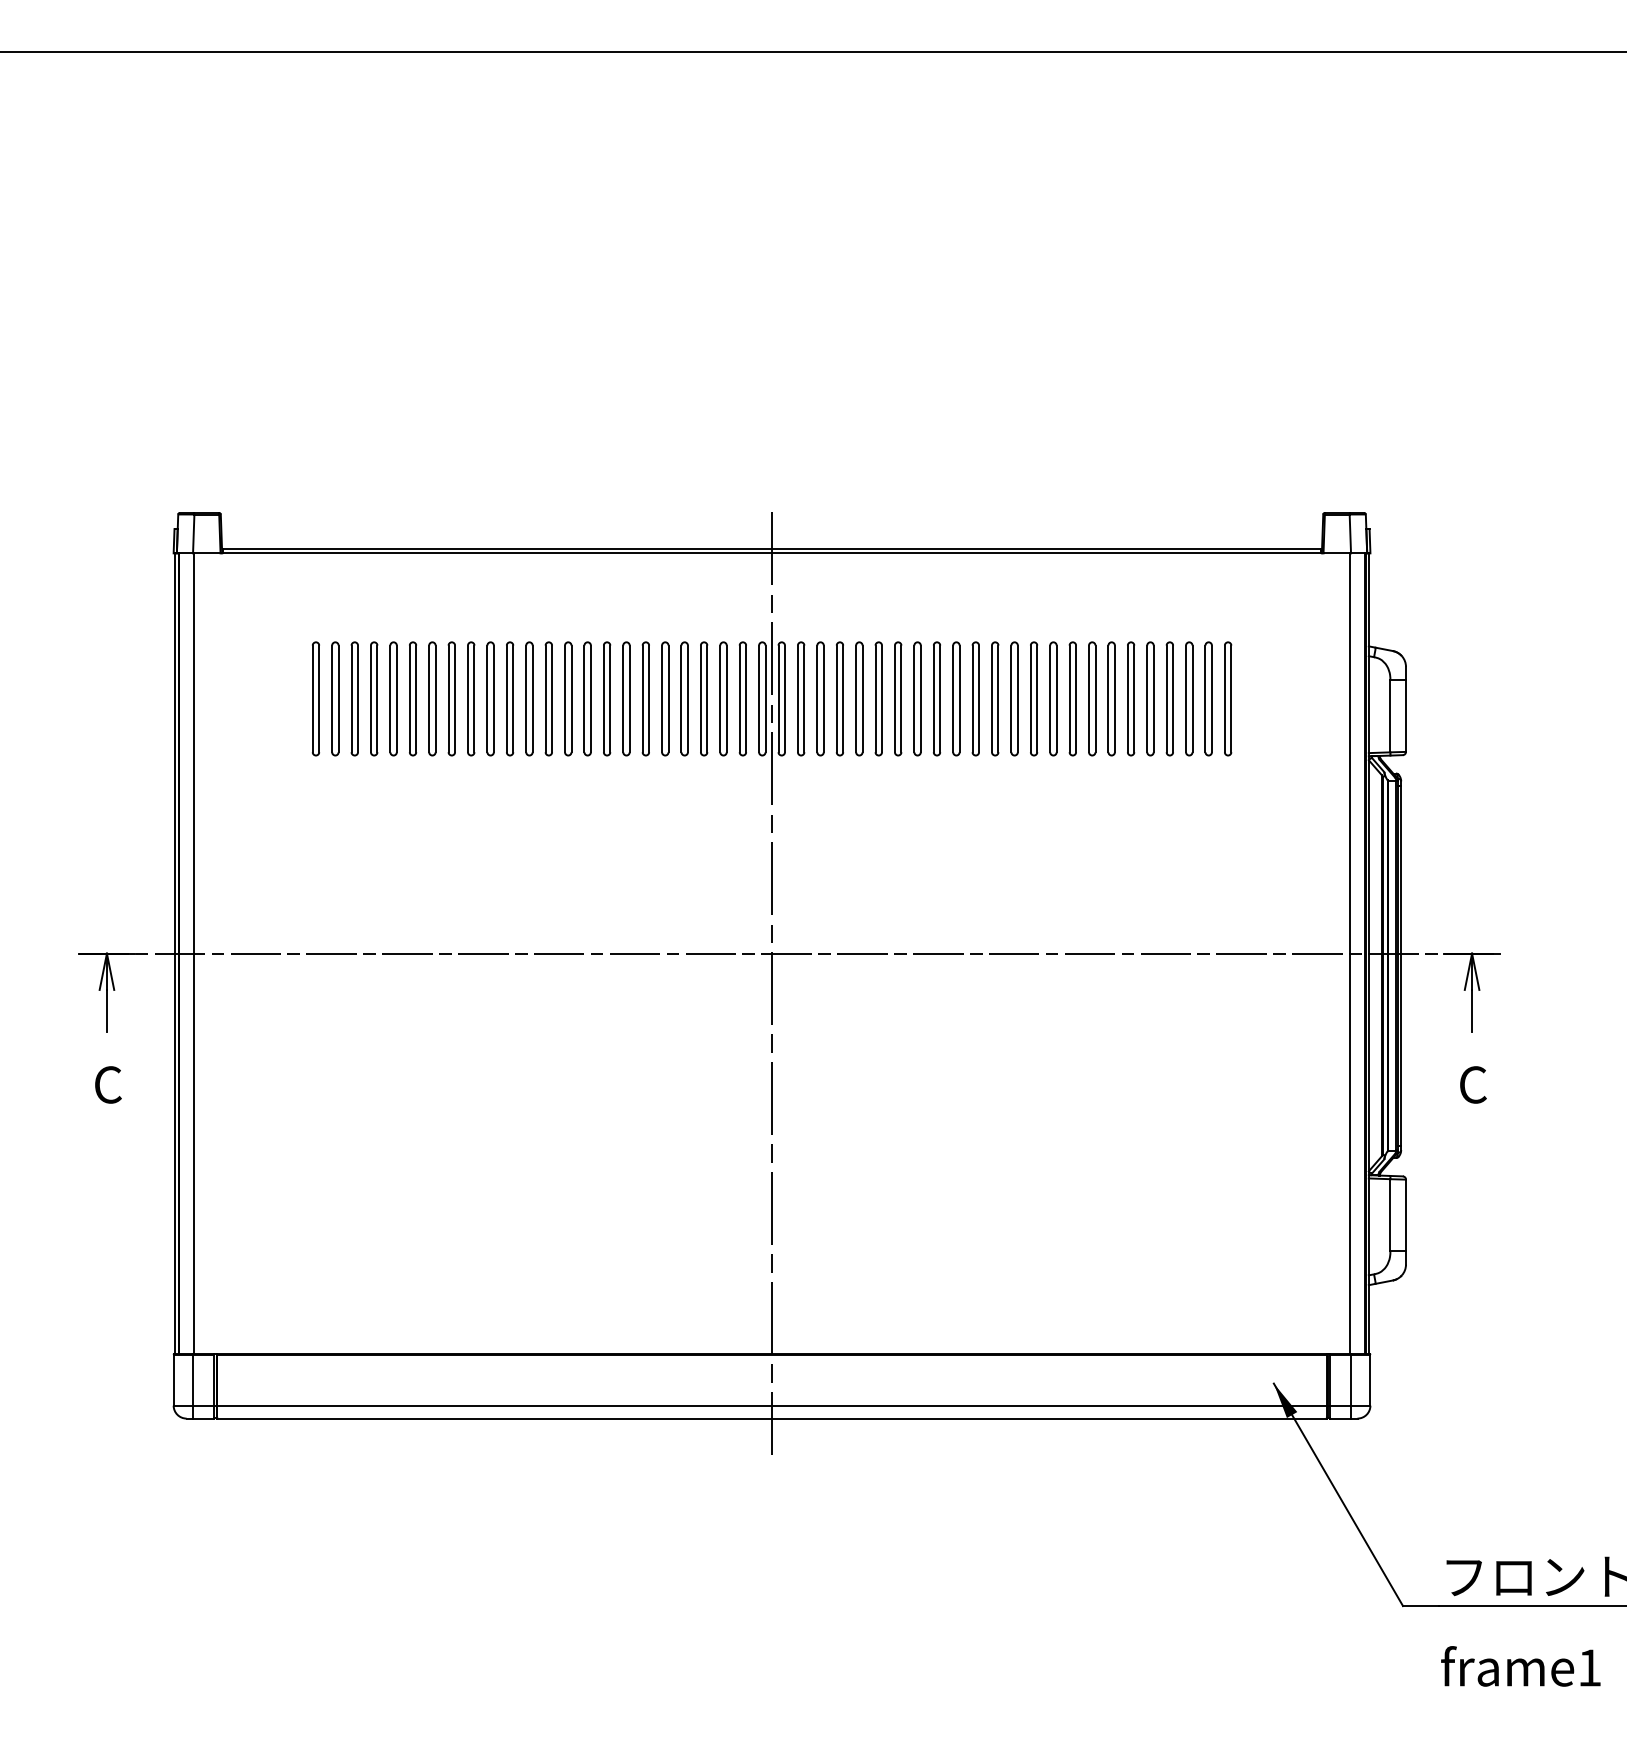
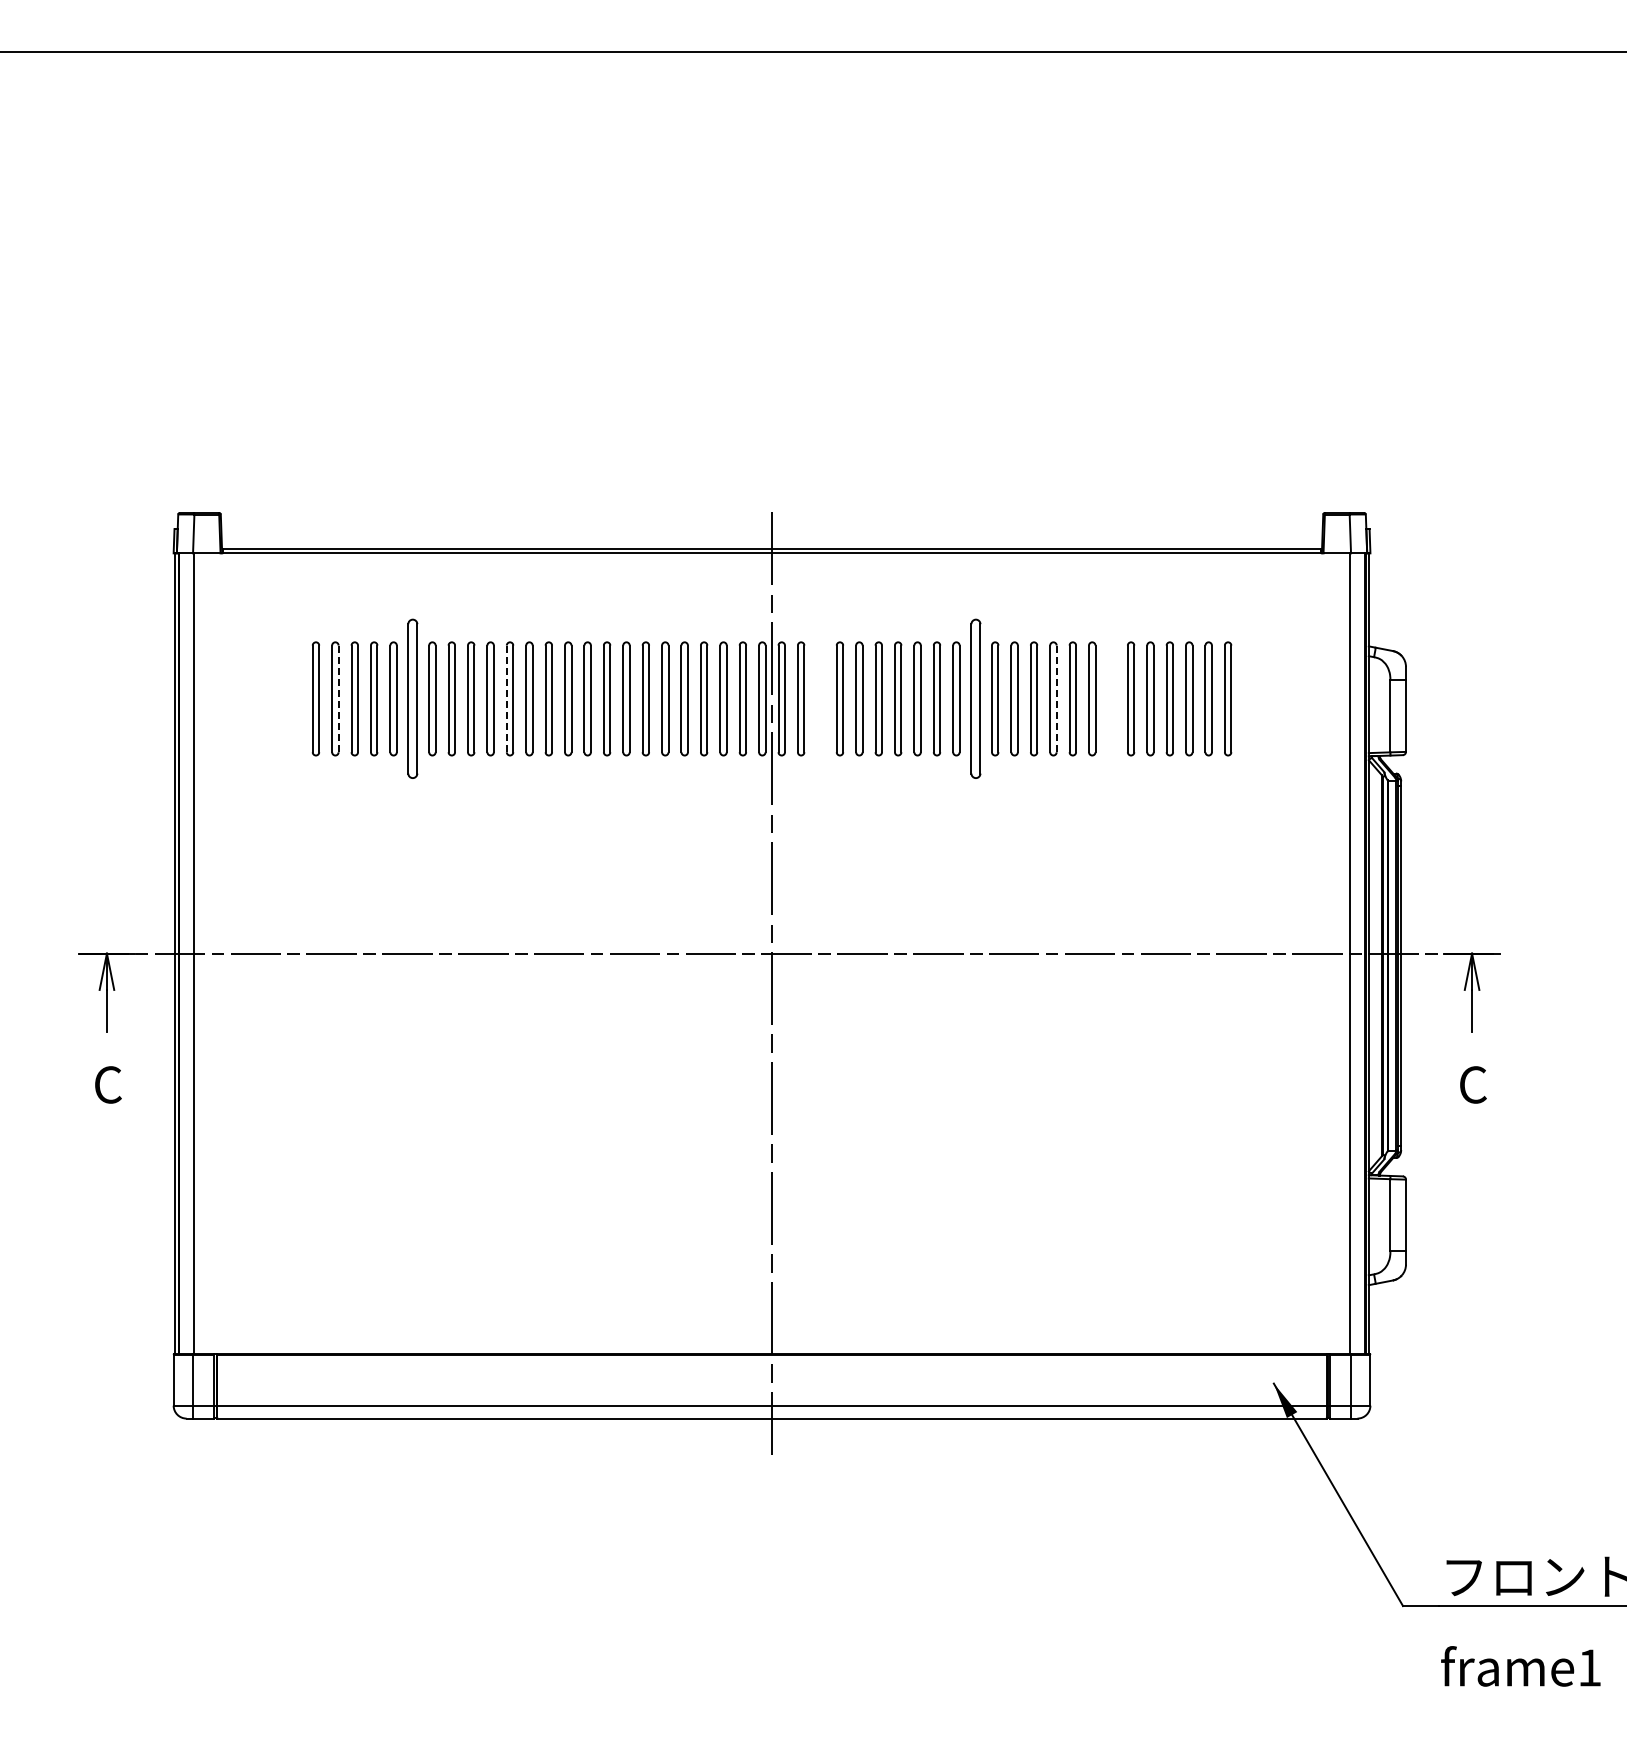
part at (413, 698) size: 9x116 px -> 12x161 px
line at (506, 698): solid -> dashed
part at (820, 698): present -> none
part at (975, 698) size: 9x116 px -> 12x161 px
part at (1111, 698): present -> none
line at (338, 699): solid -> dashed
line at (1056, 699): solid -> dashed
